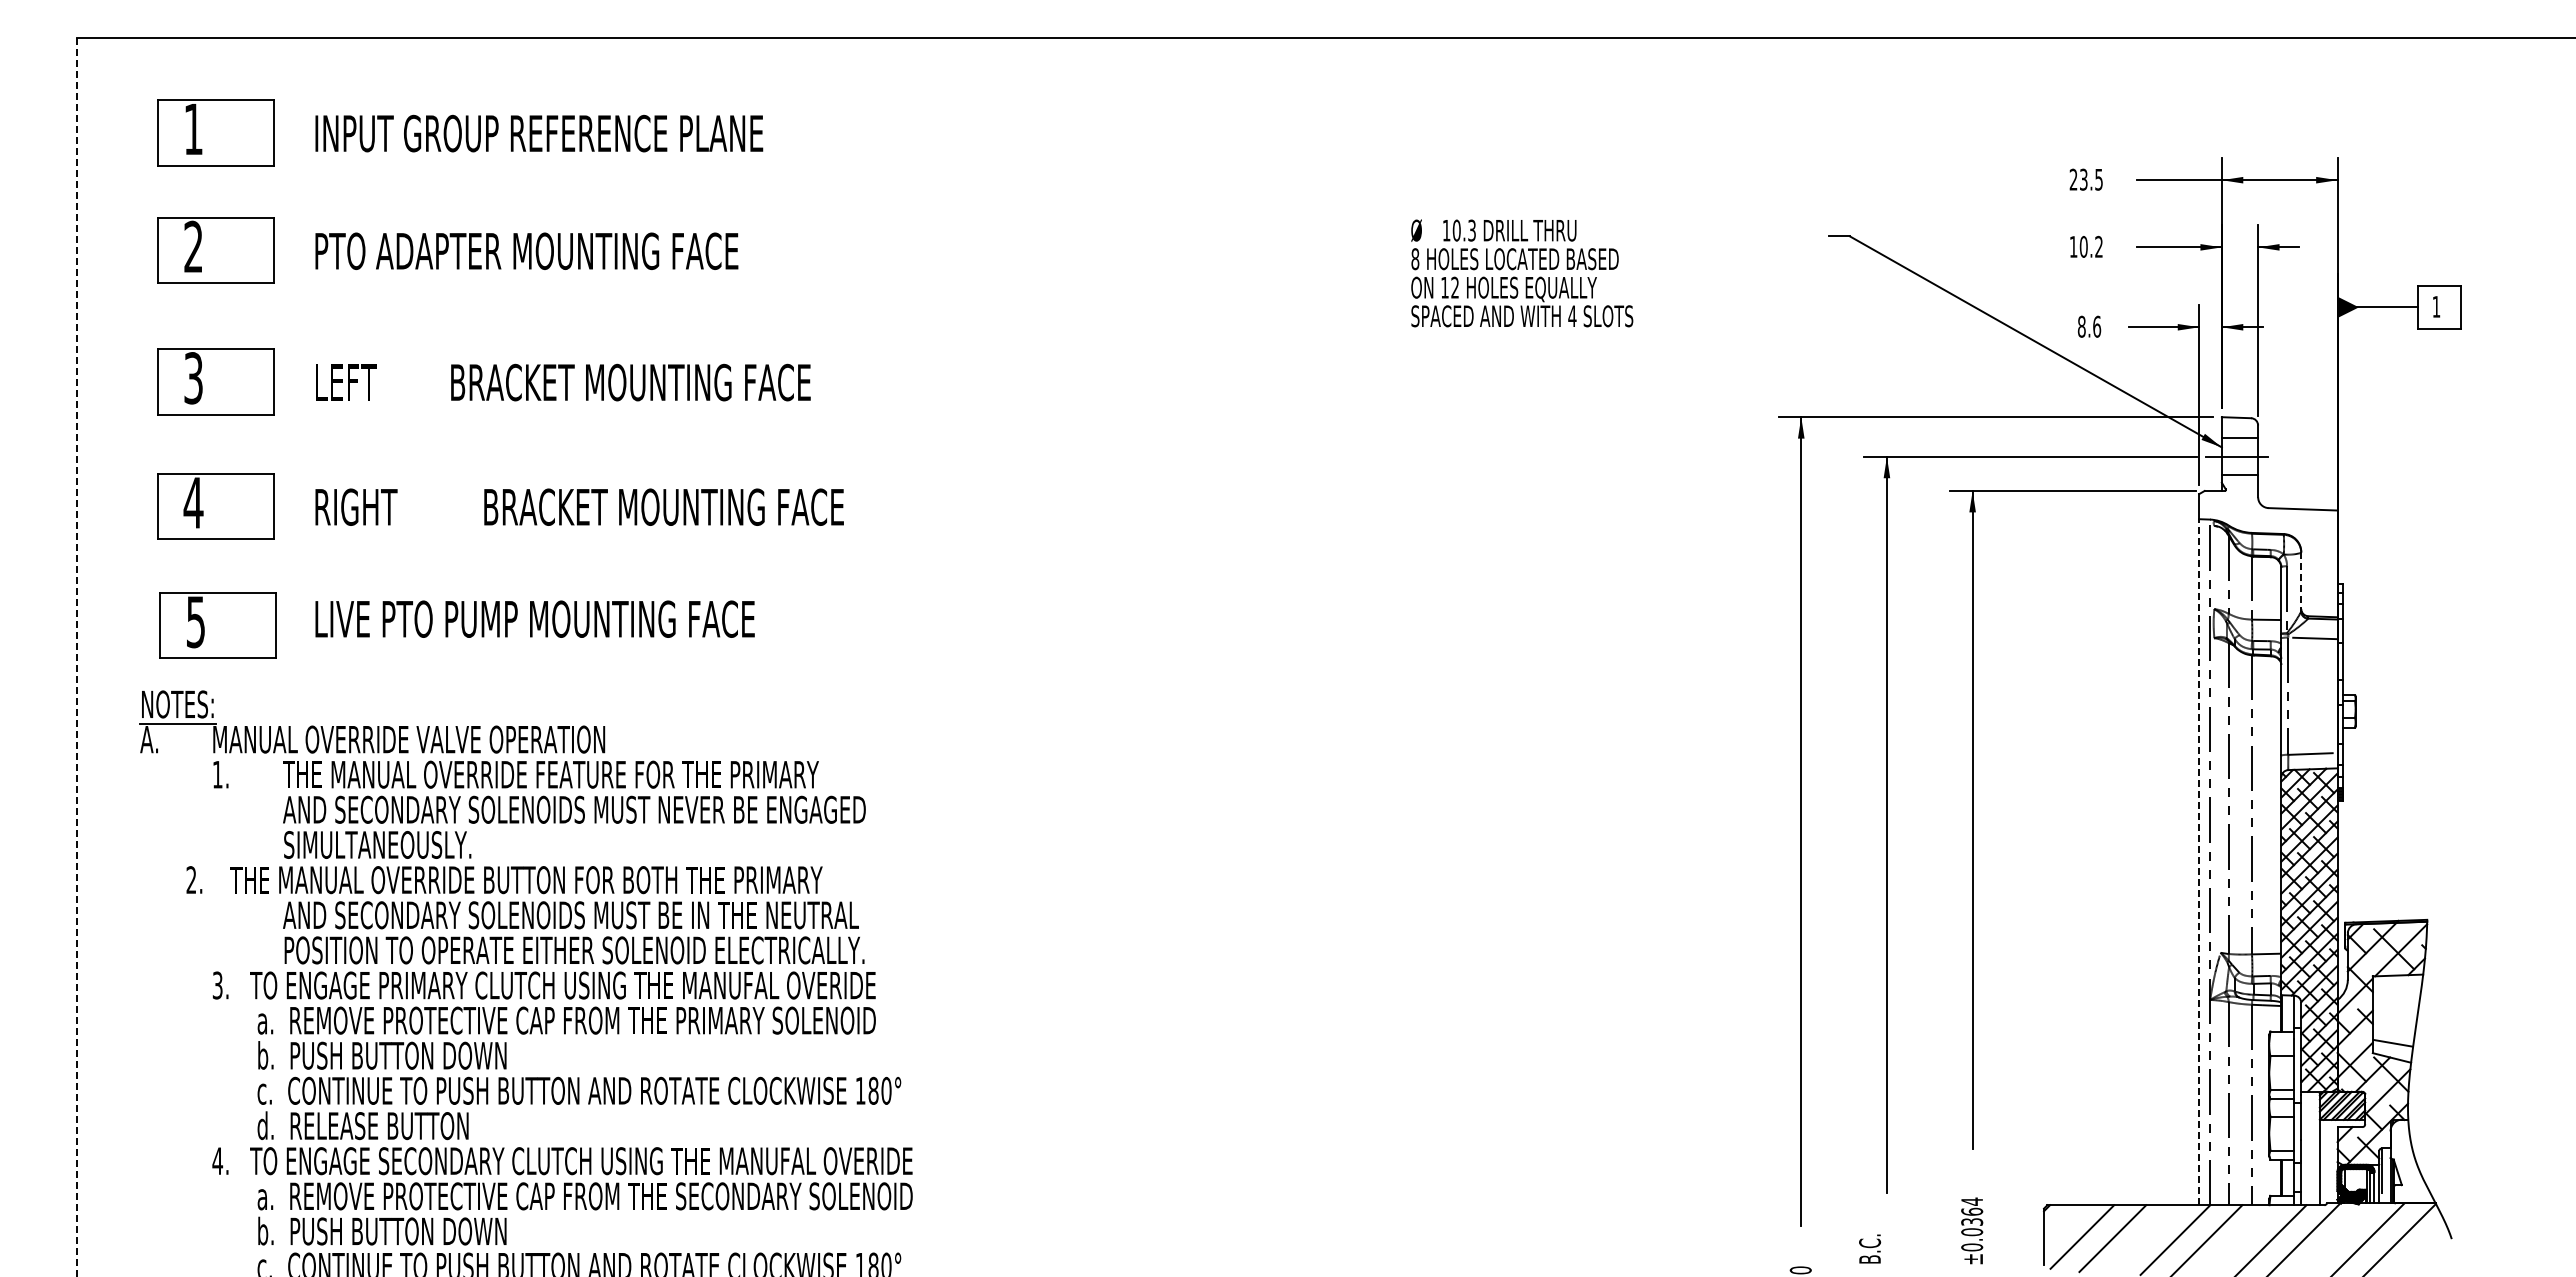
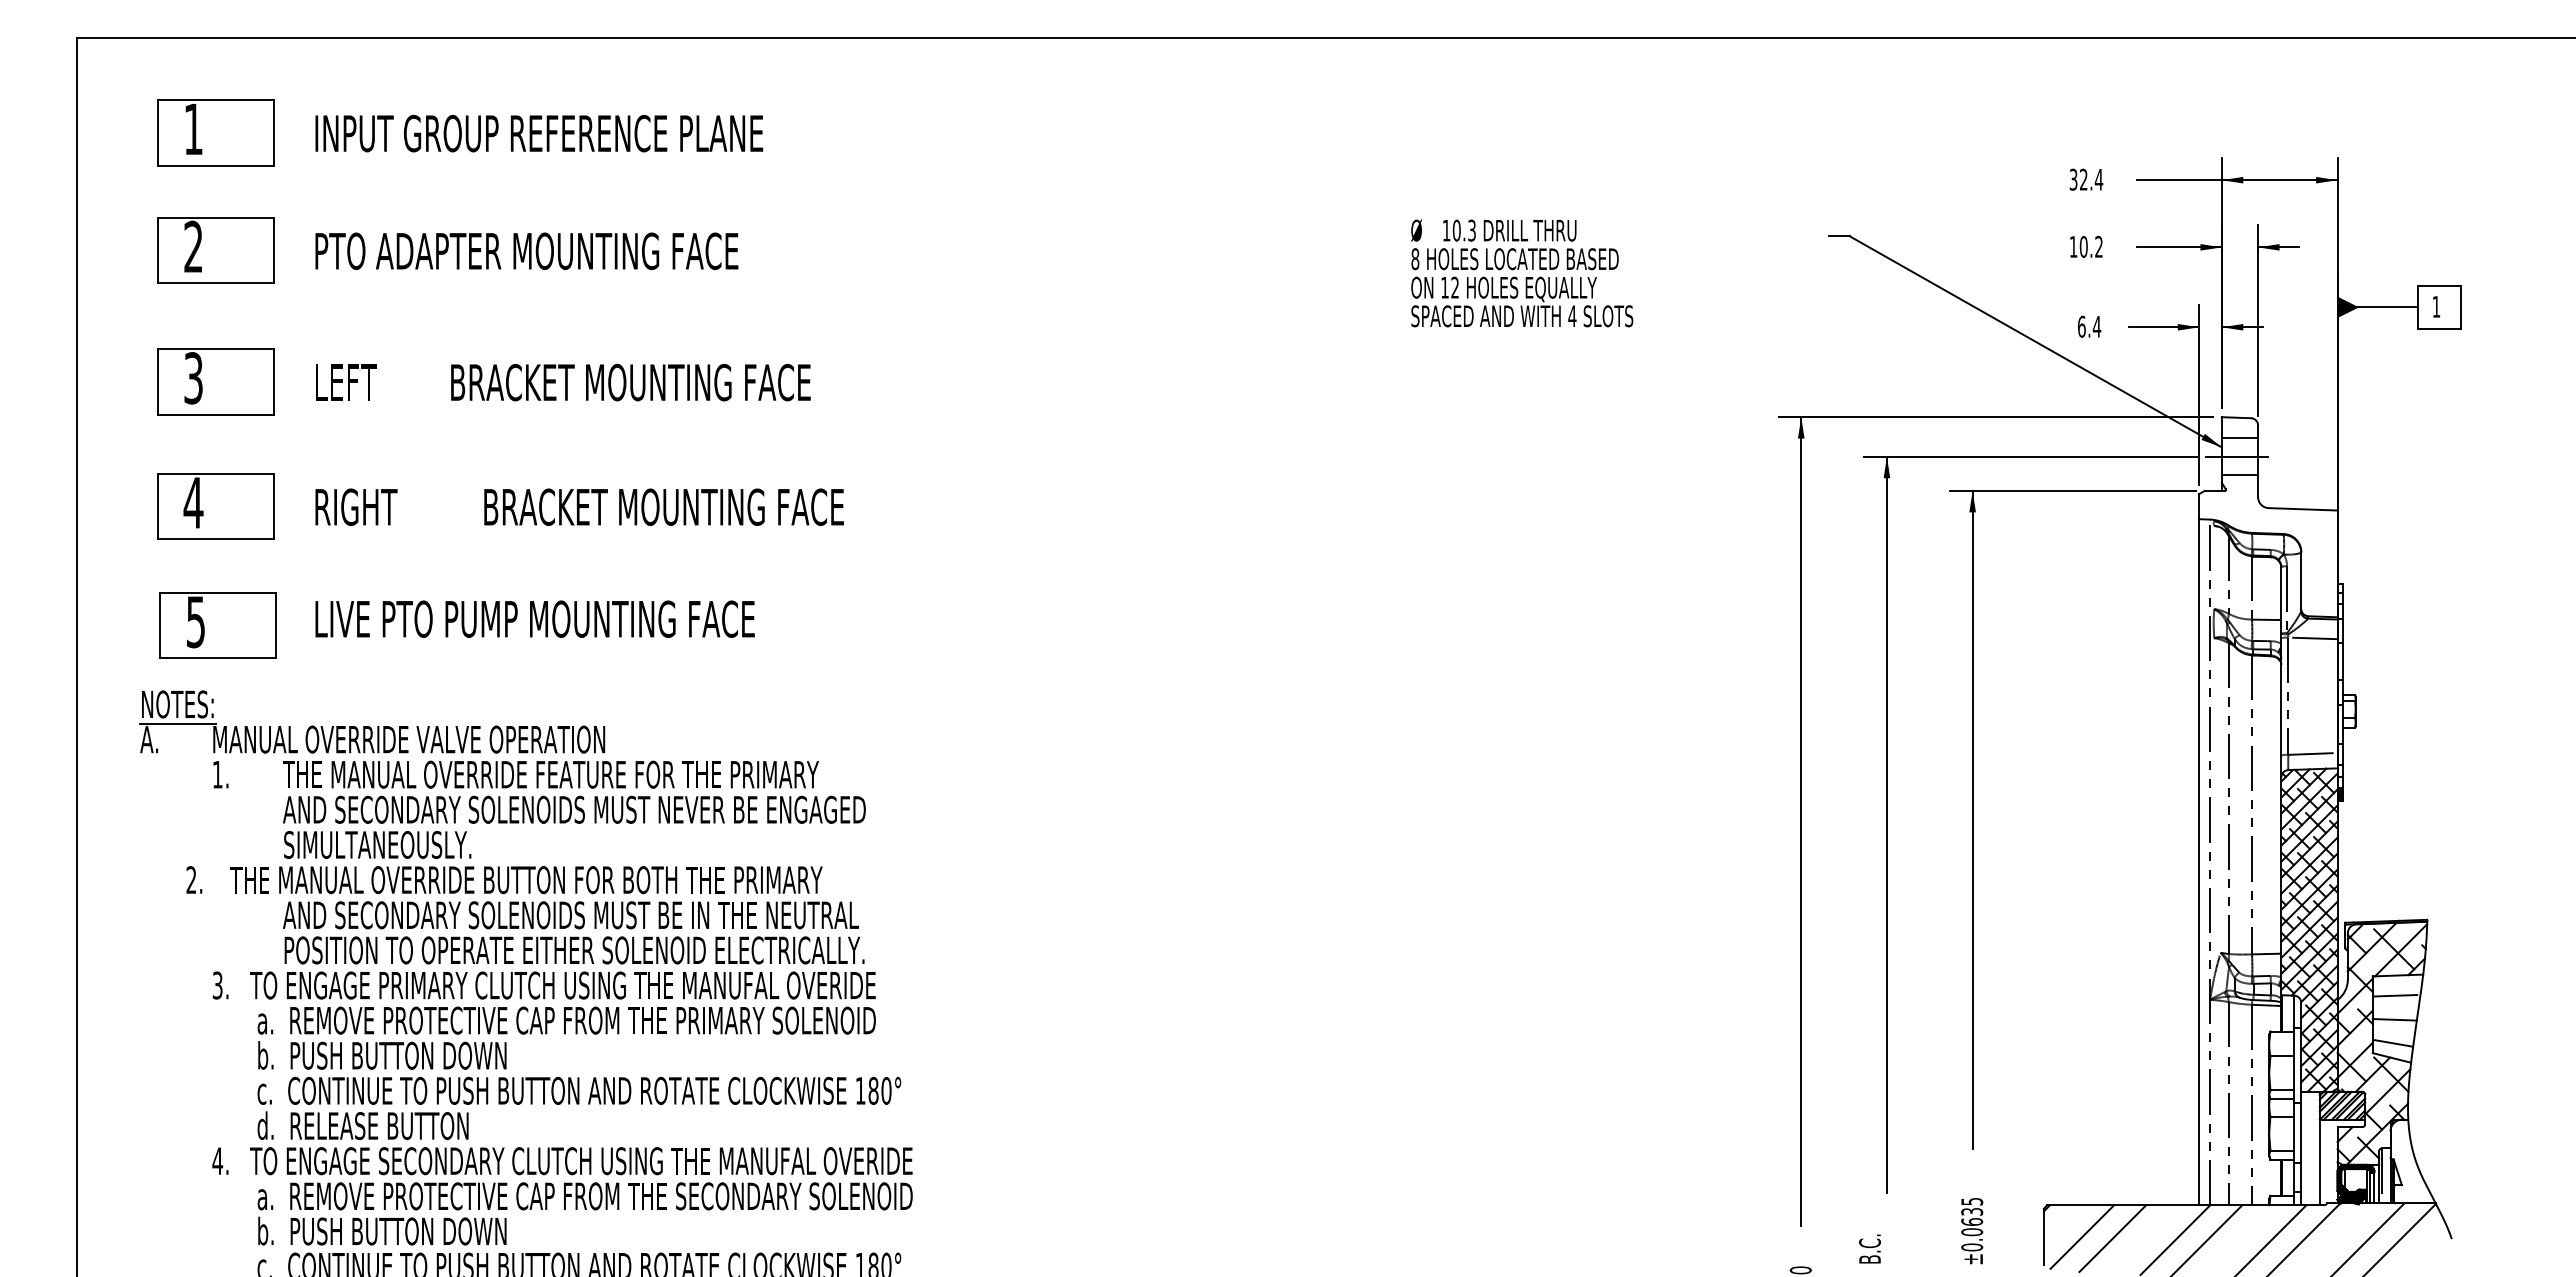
text at (2086, 179): 23.5 -> 32.4
text at (2089, 326): 8.6 -> 6.4
line at (2301, 581): dashed -> solid
line at (77, 658): dashed -> solid
line at (2199, 861): dashed -> solid
line at (2396, 995): none -> present
line at (2394, 1019): none -> present
text at (1972, 1211): ±0.0364 -> ±0.0635
